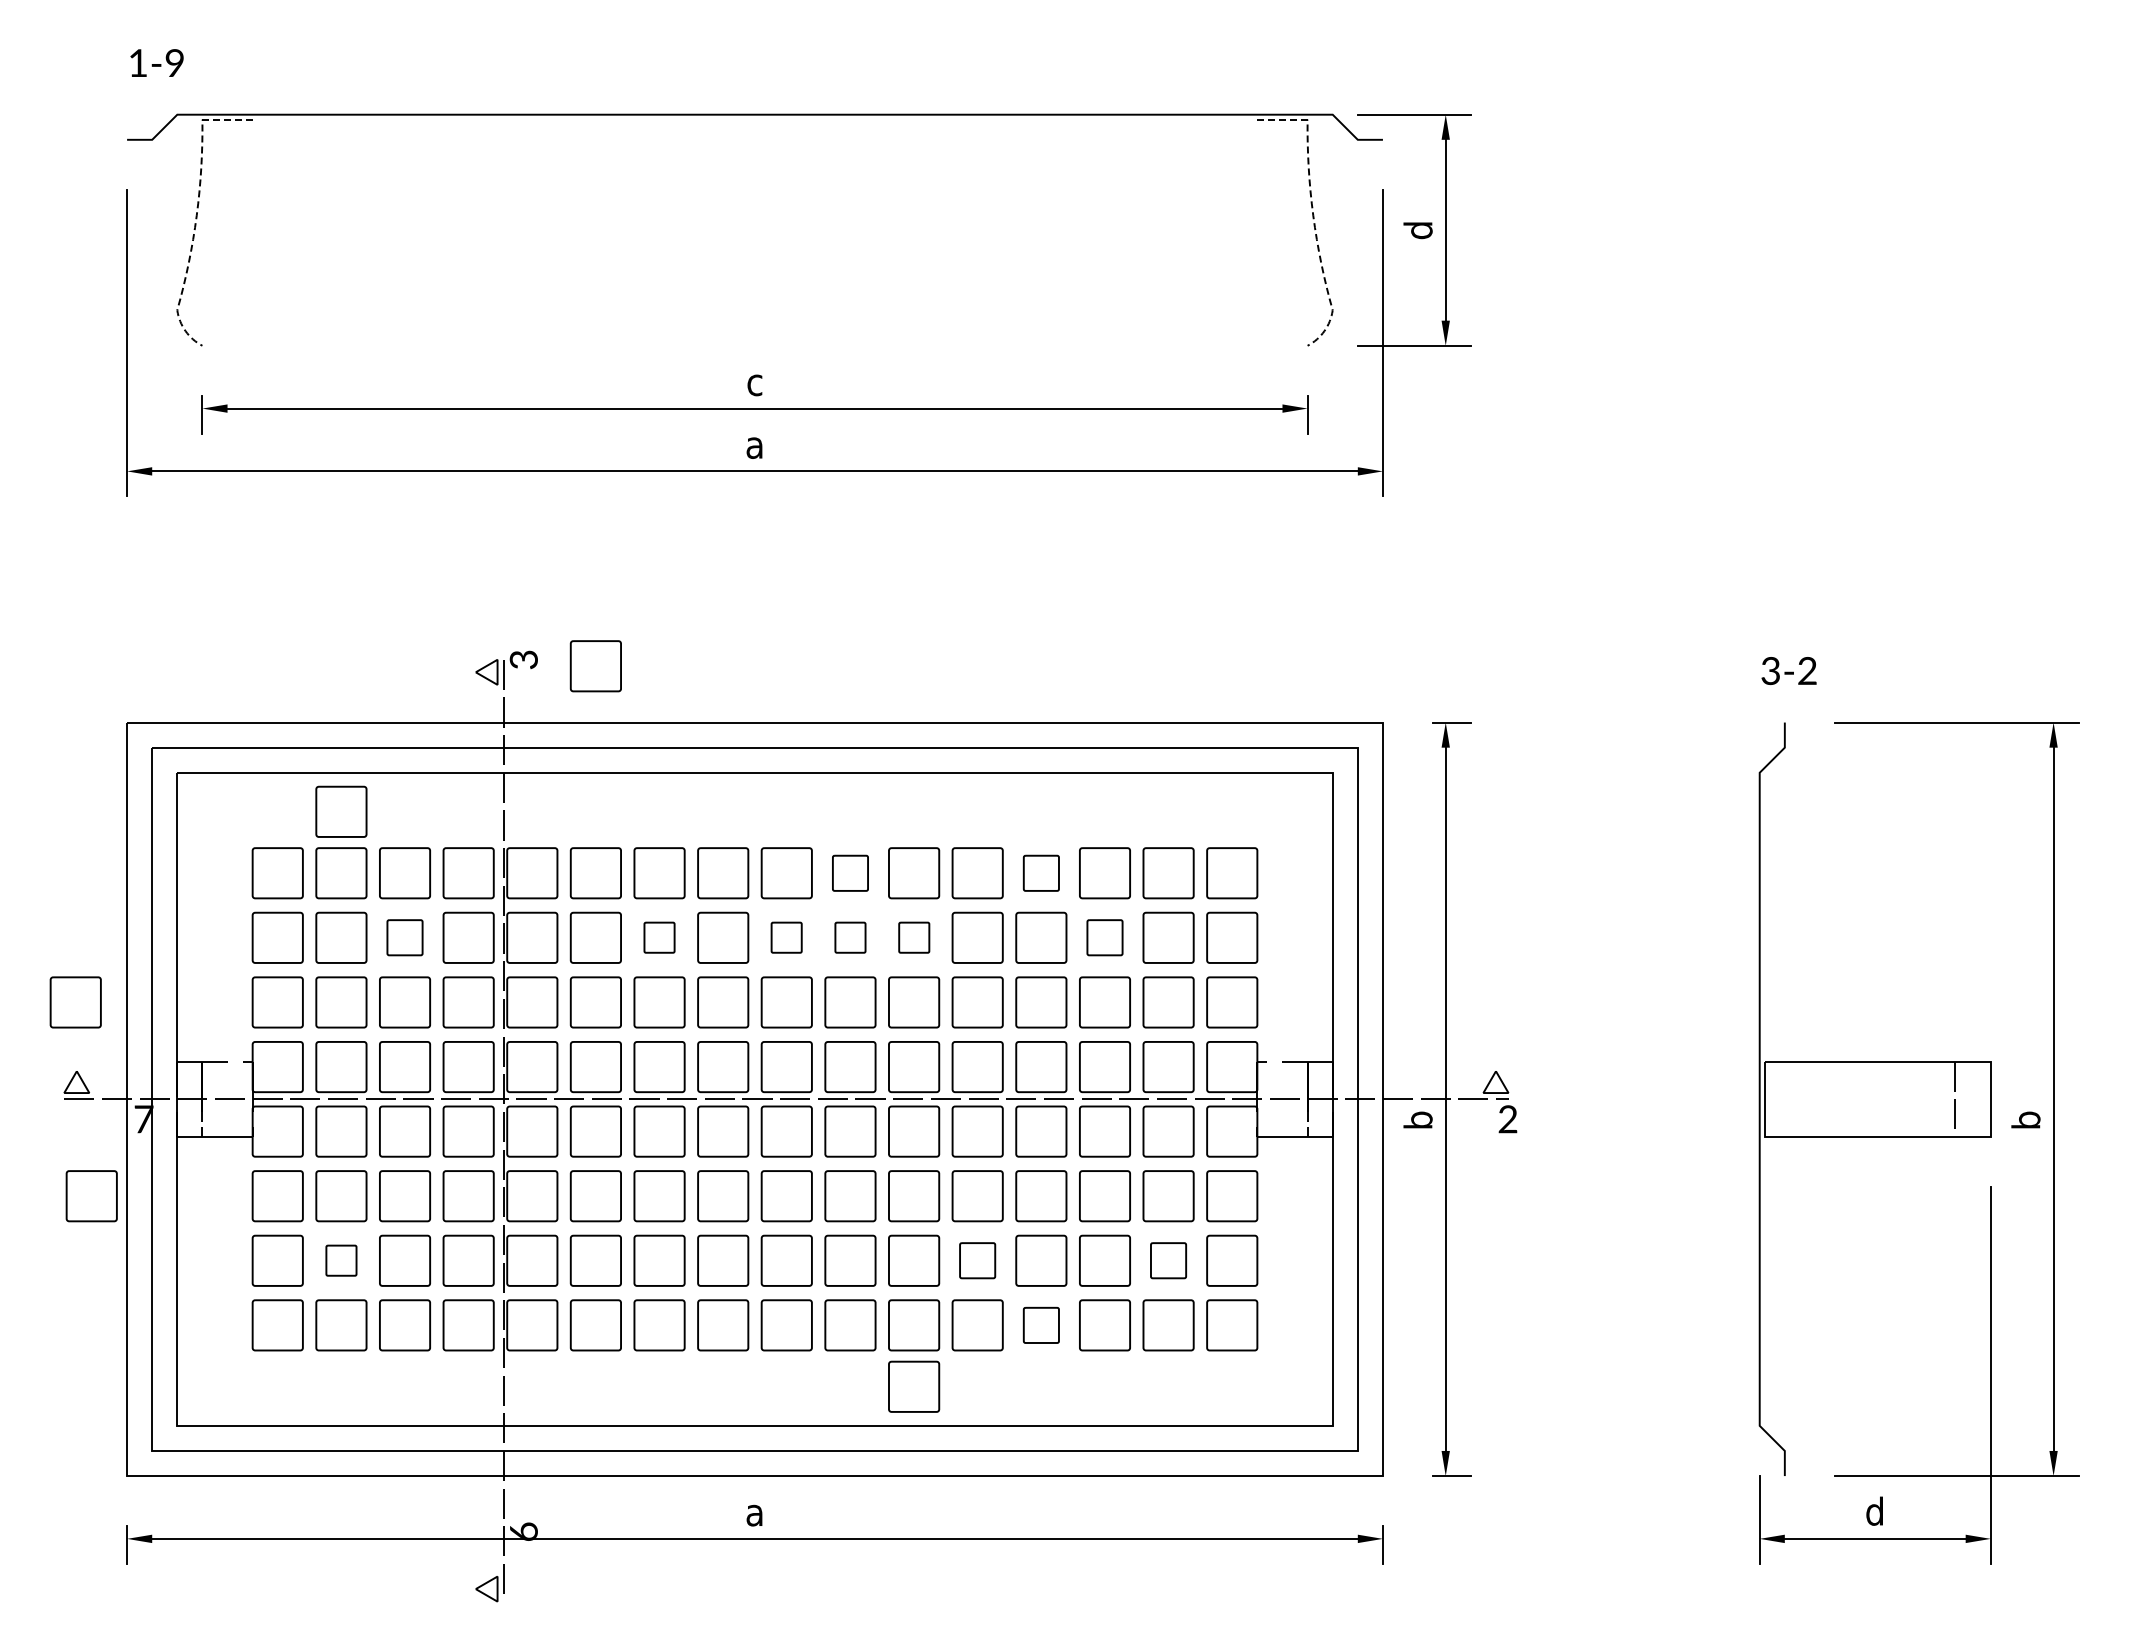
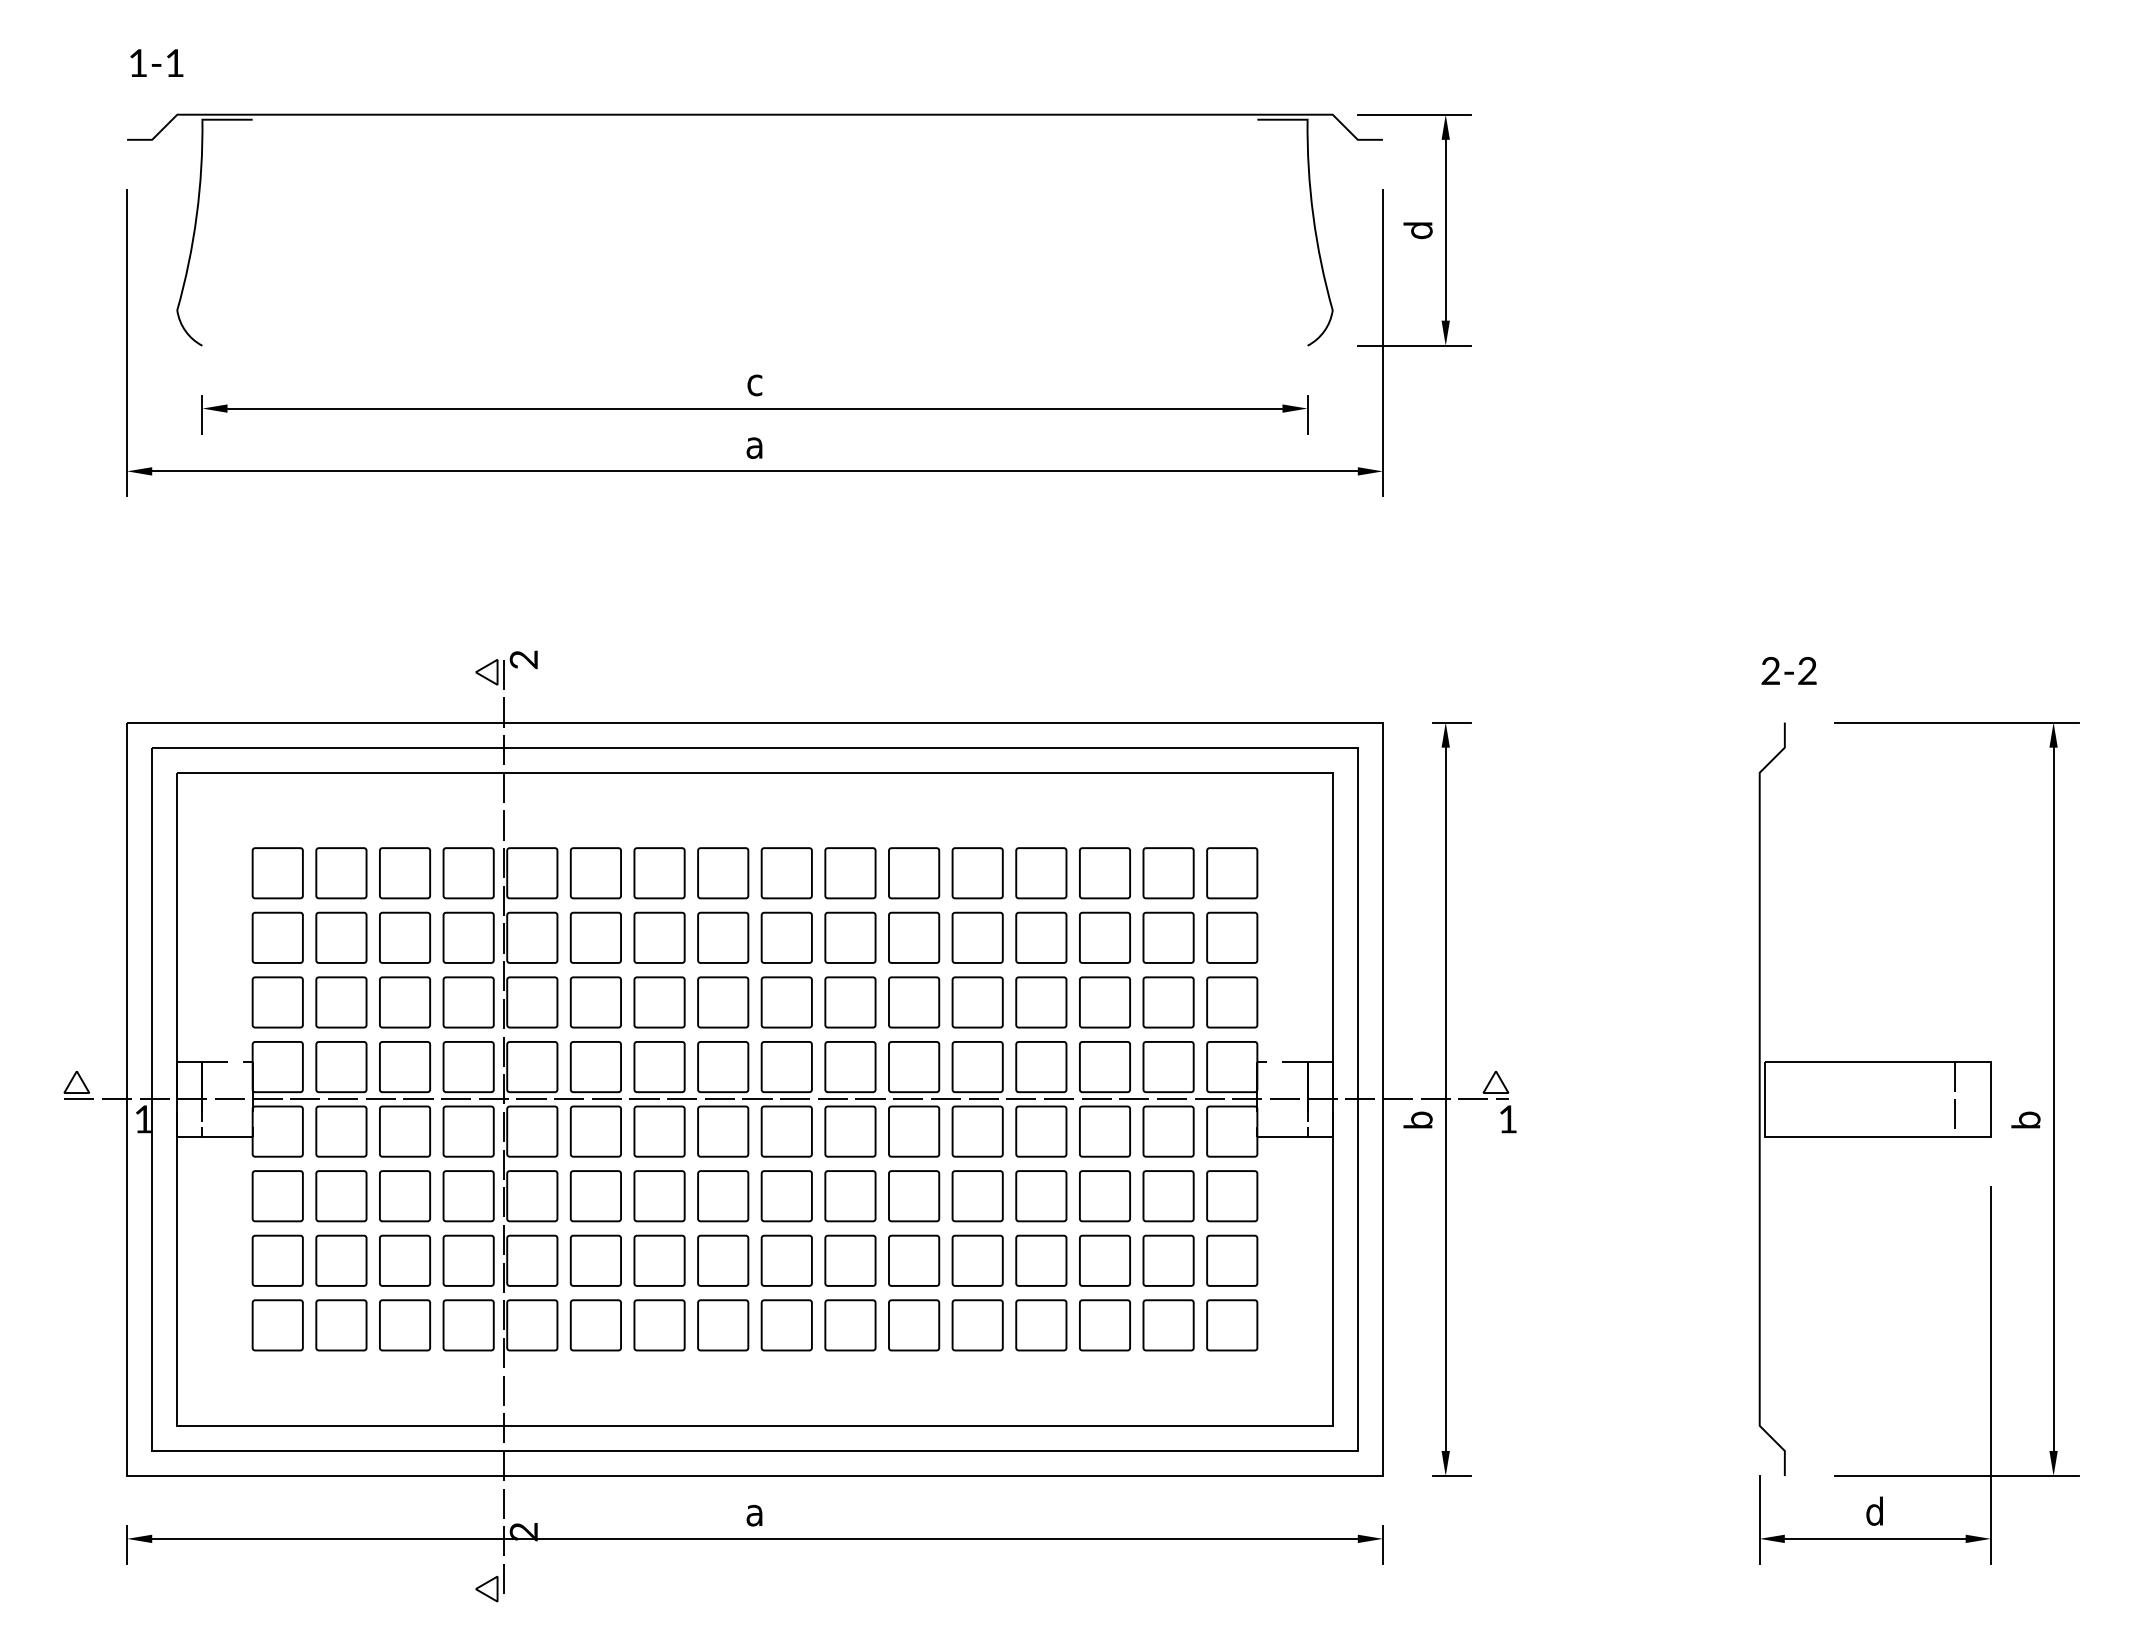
text at (174, 62): 1-9 -> 1-1
line at (196, 217): dashed -> solid
line at (1313, 217): dashed -> solid
text at (525, 659): 3 -> 2
part at (595, 666): present -> none
text at (1770, 671): 3-2 -> 2-2
part at (341, 811): present -> none
part at (850, 872) size: 37x38 px -> 53x53 px
part at (1040, 872) size: 38x38 px -> 53x53 px
part at (404, 937) size: 38x38 px -> 52x53 px
part at (659, 937) size: 33x33 px -> 53x53 px
part at (786, 937) size: 33x33 px -> 53x53 px
part at (850, 937) size: 33x33 px -> 53x53 px
part at (914, 937) size: 33x33 px -> 53x53 px
part at (1104, 937) size: 38x38 px -> 52x53 px
part at (75, 1002): present -> none
text at (143, 1119): 7 -> 1
text at (1507, 1119): 2 -> 1
part at (91, 1196): present -> none
part at (341, 1260) size: 33x33 px -> 53x53 px
part at (977, 1260) size: 38x38 px -> 53x53 px
part at (1168, 1260) size: 37x38 px -> 53x53 px
part at (1040, 1324) size: 38x38 px -> 53x53 px
part at (914, 1386): present -> none
text at (523, 1531): 6 -> 2
